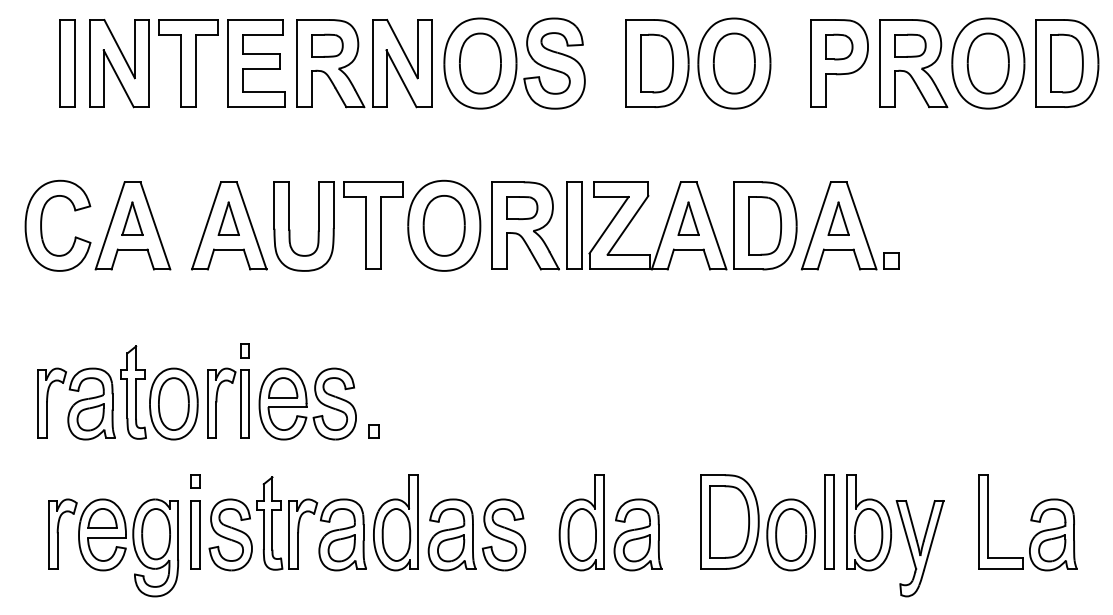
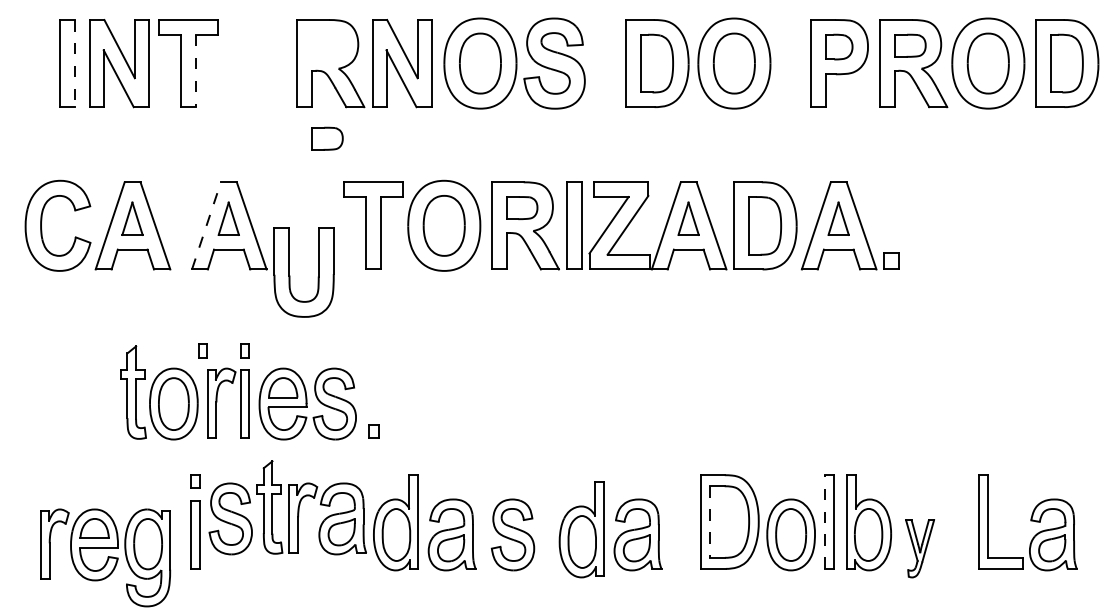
part at (327, 45) position: (327, 45) -> (327, 138)
line at (75, 63): solid -> dashed
part at (256, 63): present -> none
line at (196, 71): solid -> dashed
line at (206, 225): solid -> dashed
part at (290, 229) position: (290, 229) -> (290, 275)
part at (202, 350): none -> present
part at (76, 403): present -> none
part at (581, 522) position: (581, 522) -> (581, 529)
line at (709, 522): solid -> dashed
line at (824, 522): solid -> dashed
part at (287, 523) position: (287, 523) -> (287, 507)
part at (503, 534) position: (503, 534) -> (512, 534)
part at (113, 547) position: (113, 547) -> (105, 557)
part at (919, 548) size: 50x98 px -> 30x60 px
